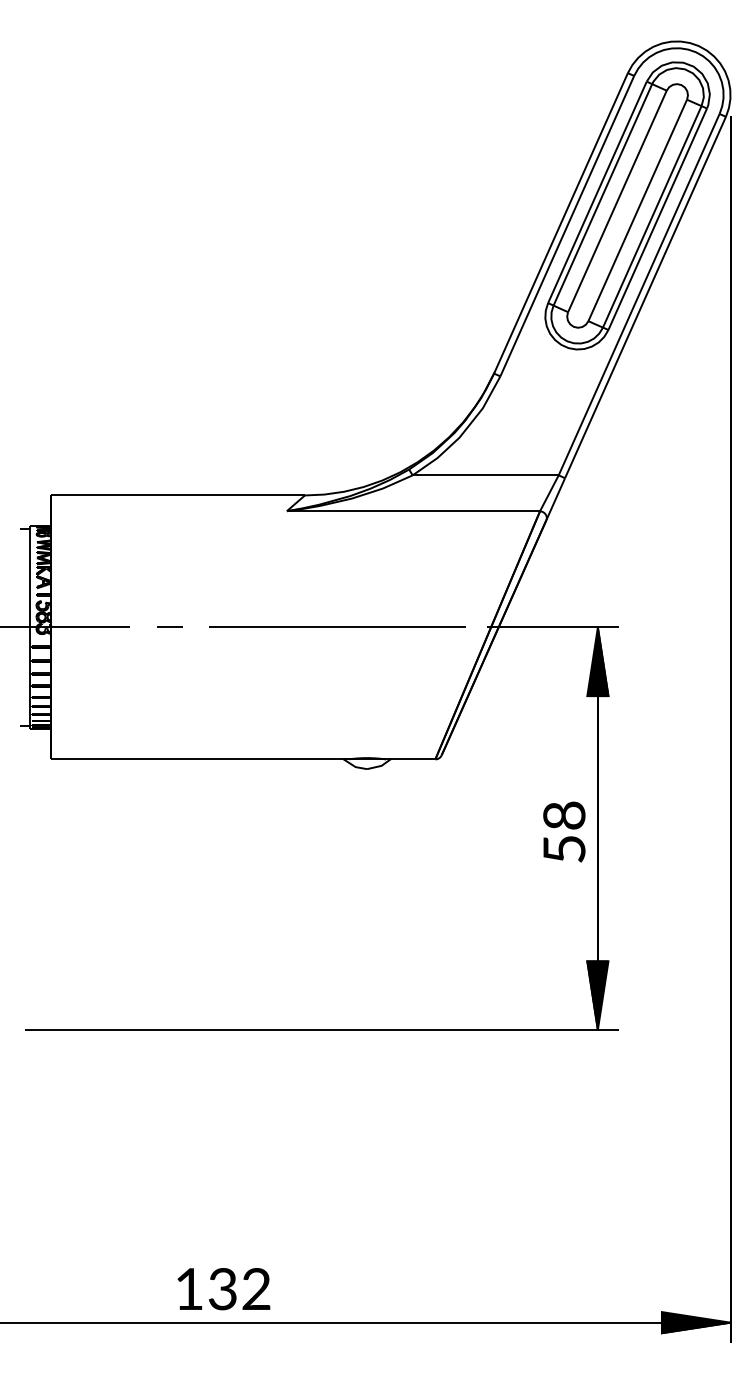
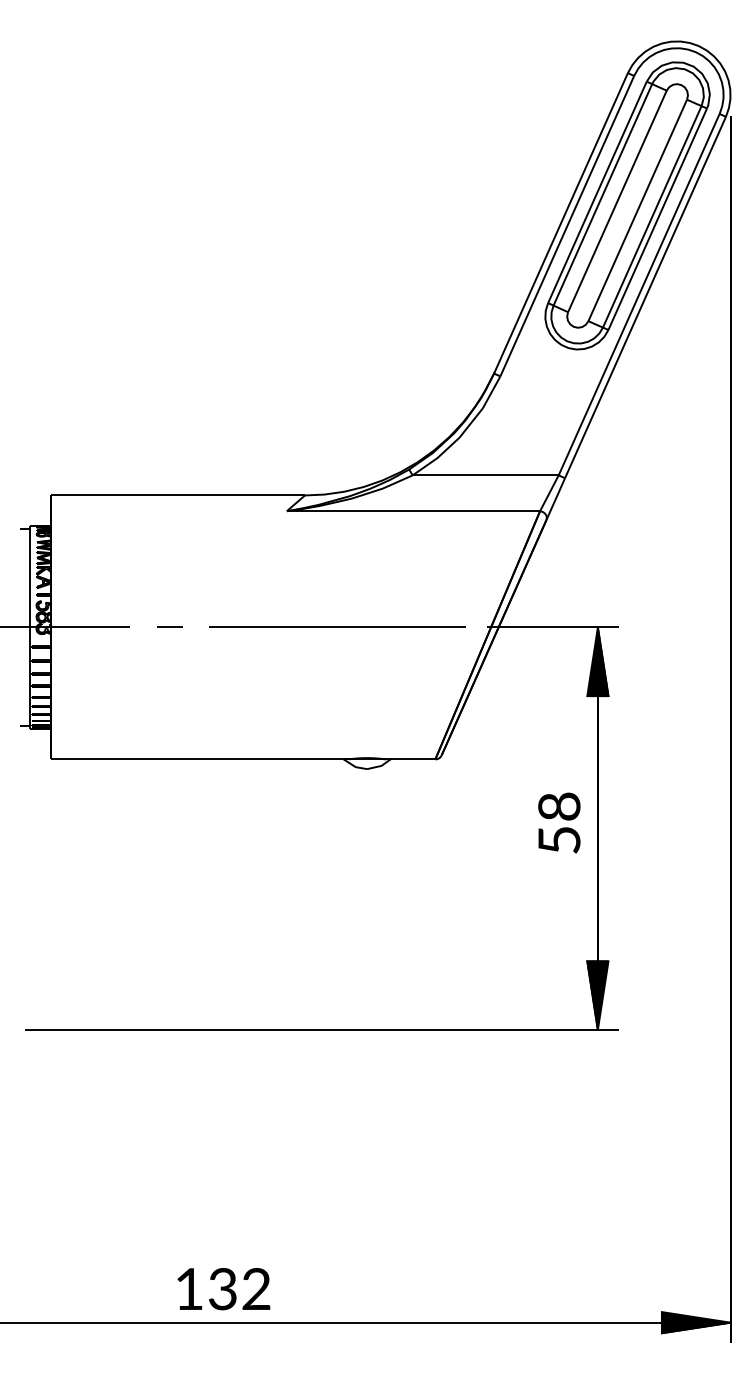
text at (564, 831) position: (564, 831) -> (559, 822)
